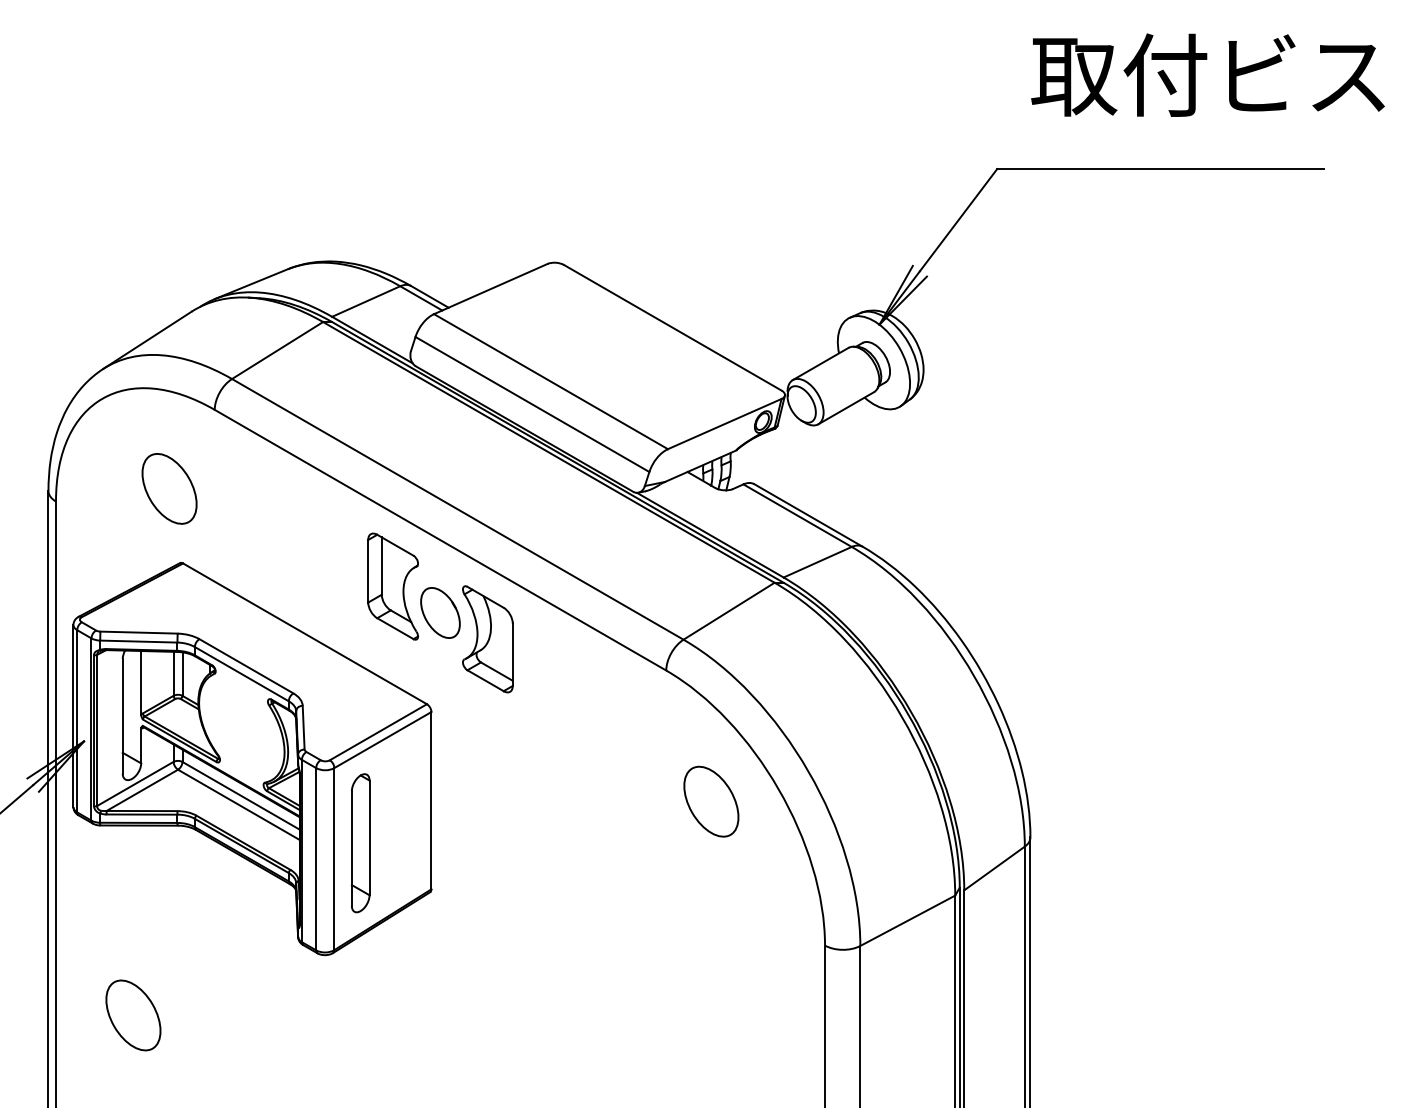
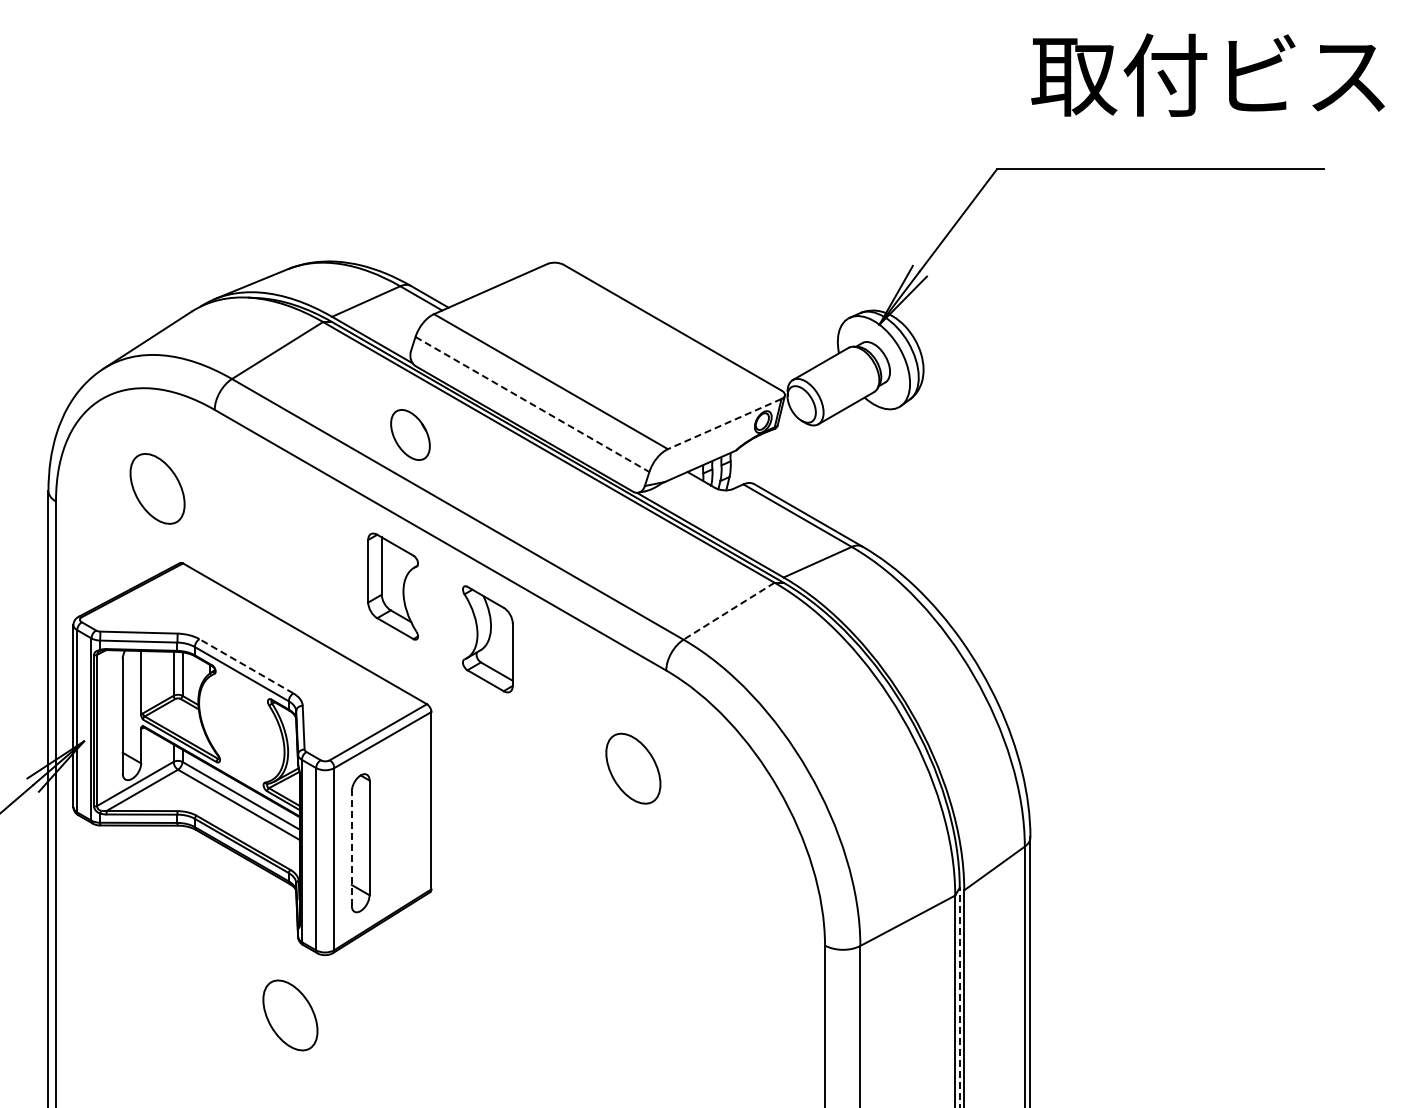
line at (532, 404): solid -> dashed
line at (724, 424): solid -> dashed
part at (169, 488) position: (169, 488) -> (157, 488)
line at (729, 611): solid -> dashed
part at (440, 612) position: (440, 612) -> (410, 434)
line at (246, 666): solid -> dashed
part at (711, 801) position: (711, 801) -> (633, 768)
line at (351, 848): solid -> dashed
line at (959, 997): solid -> dashed
part at (133, 1015) position: (133, 1015) -> (290, 1015)
